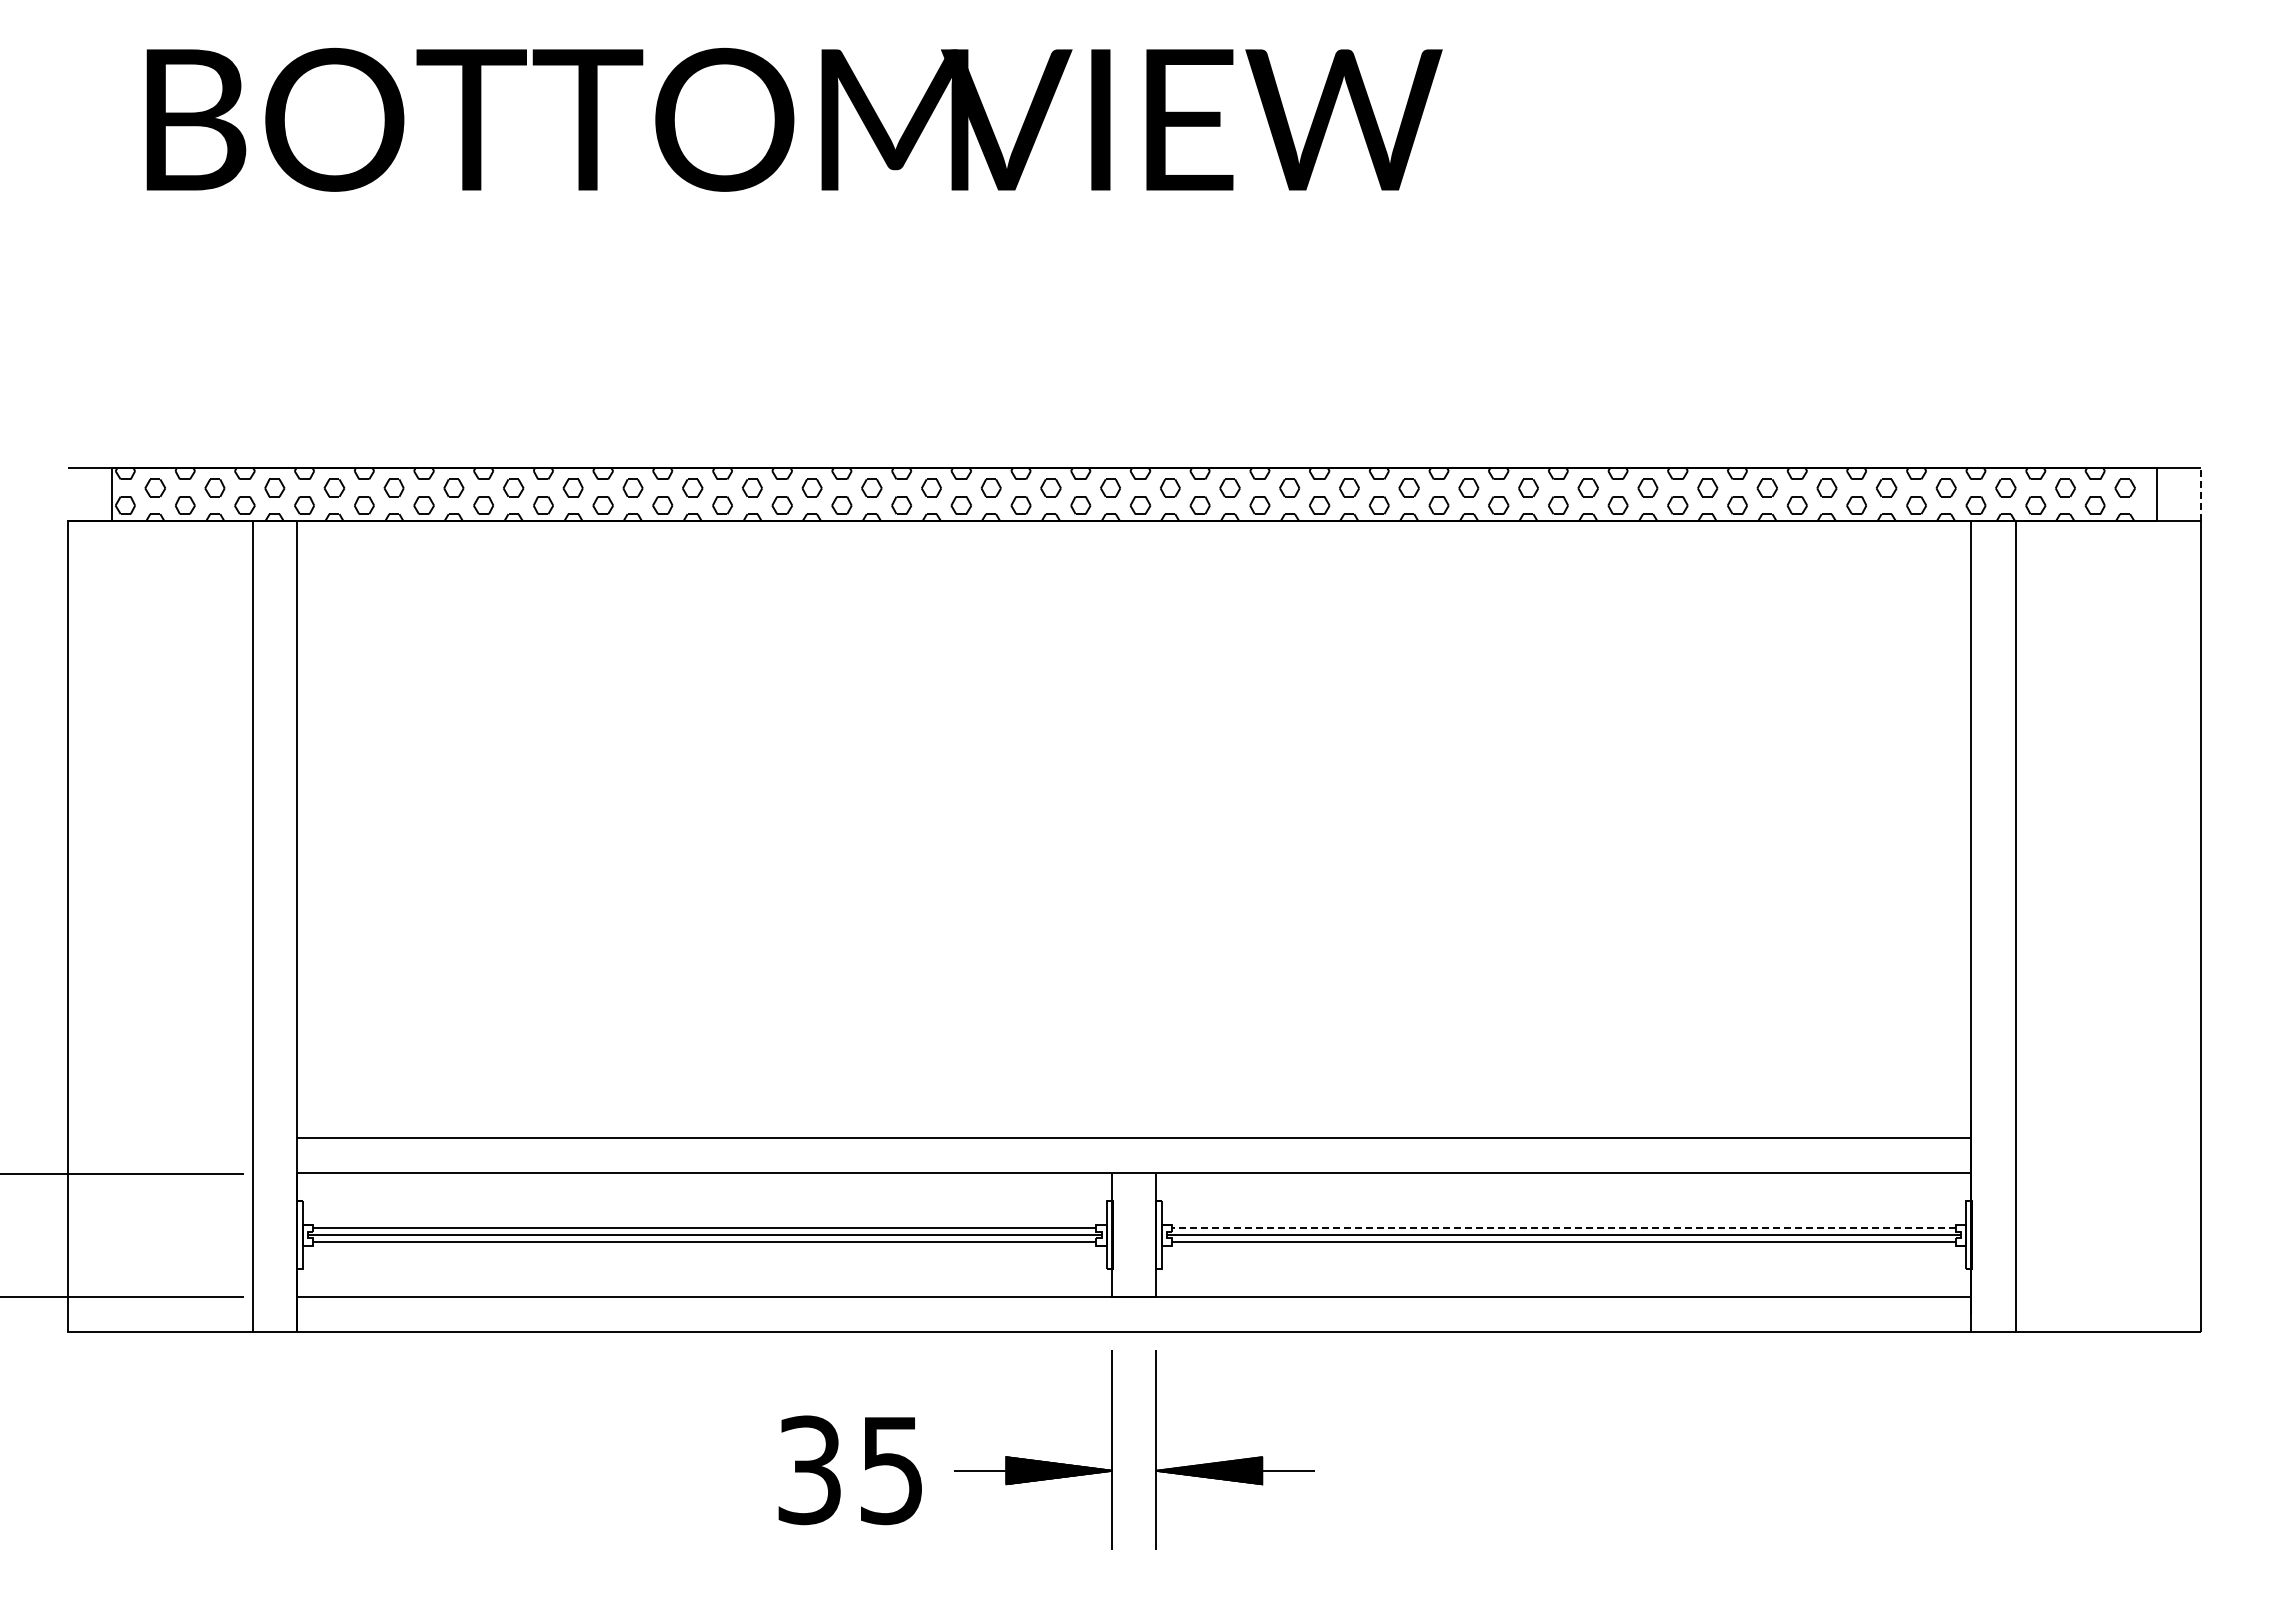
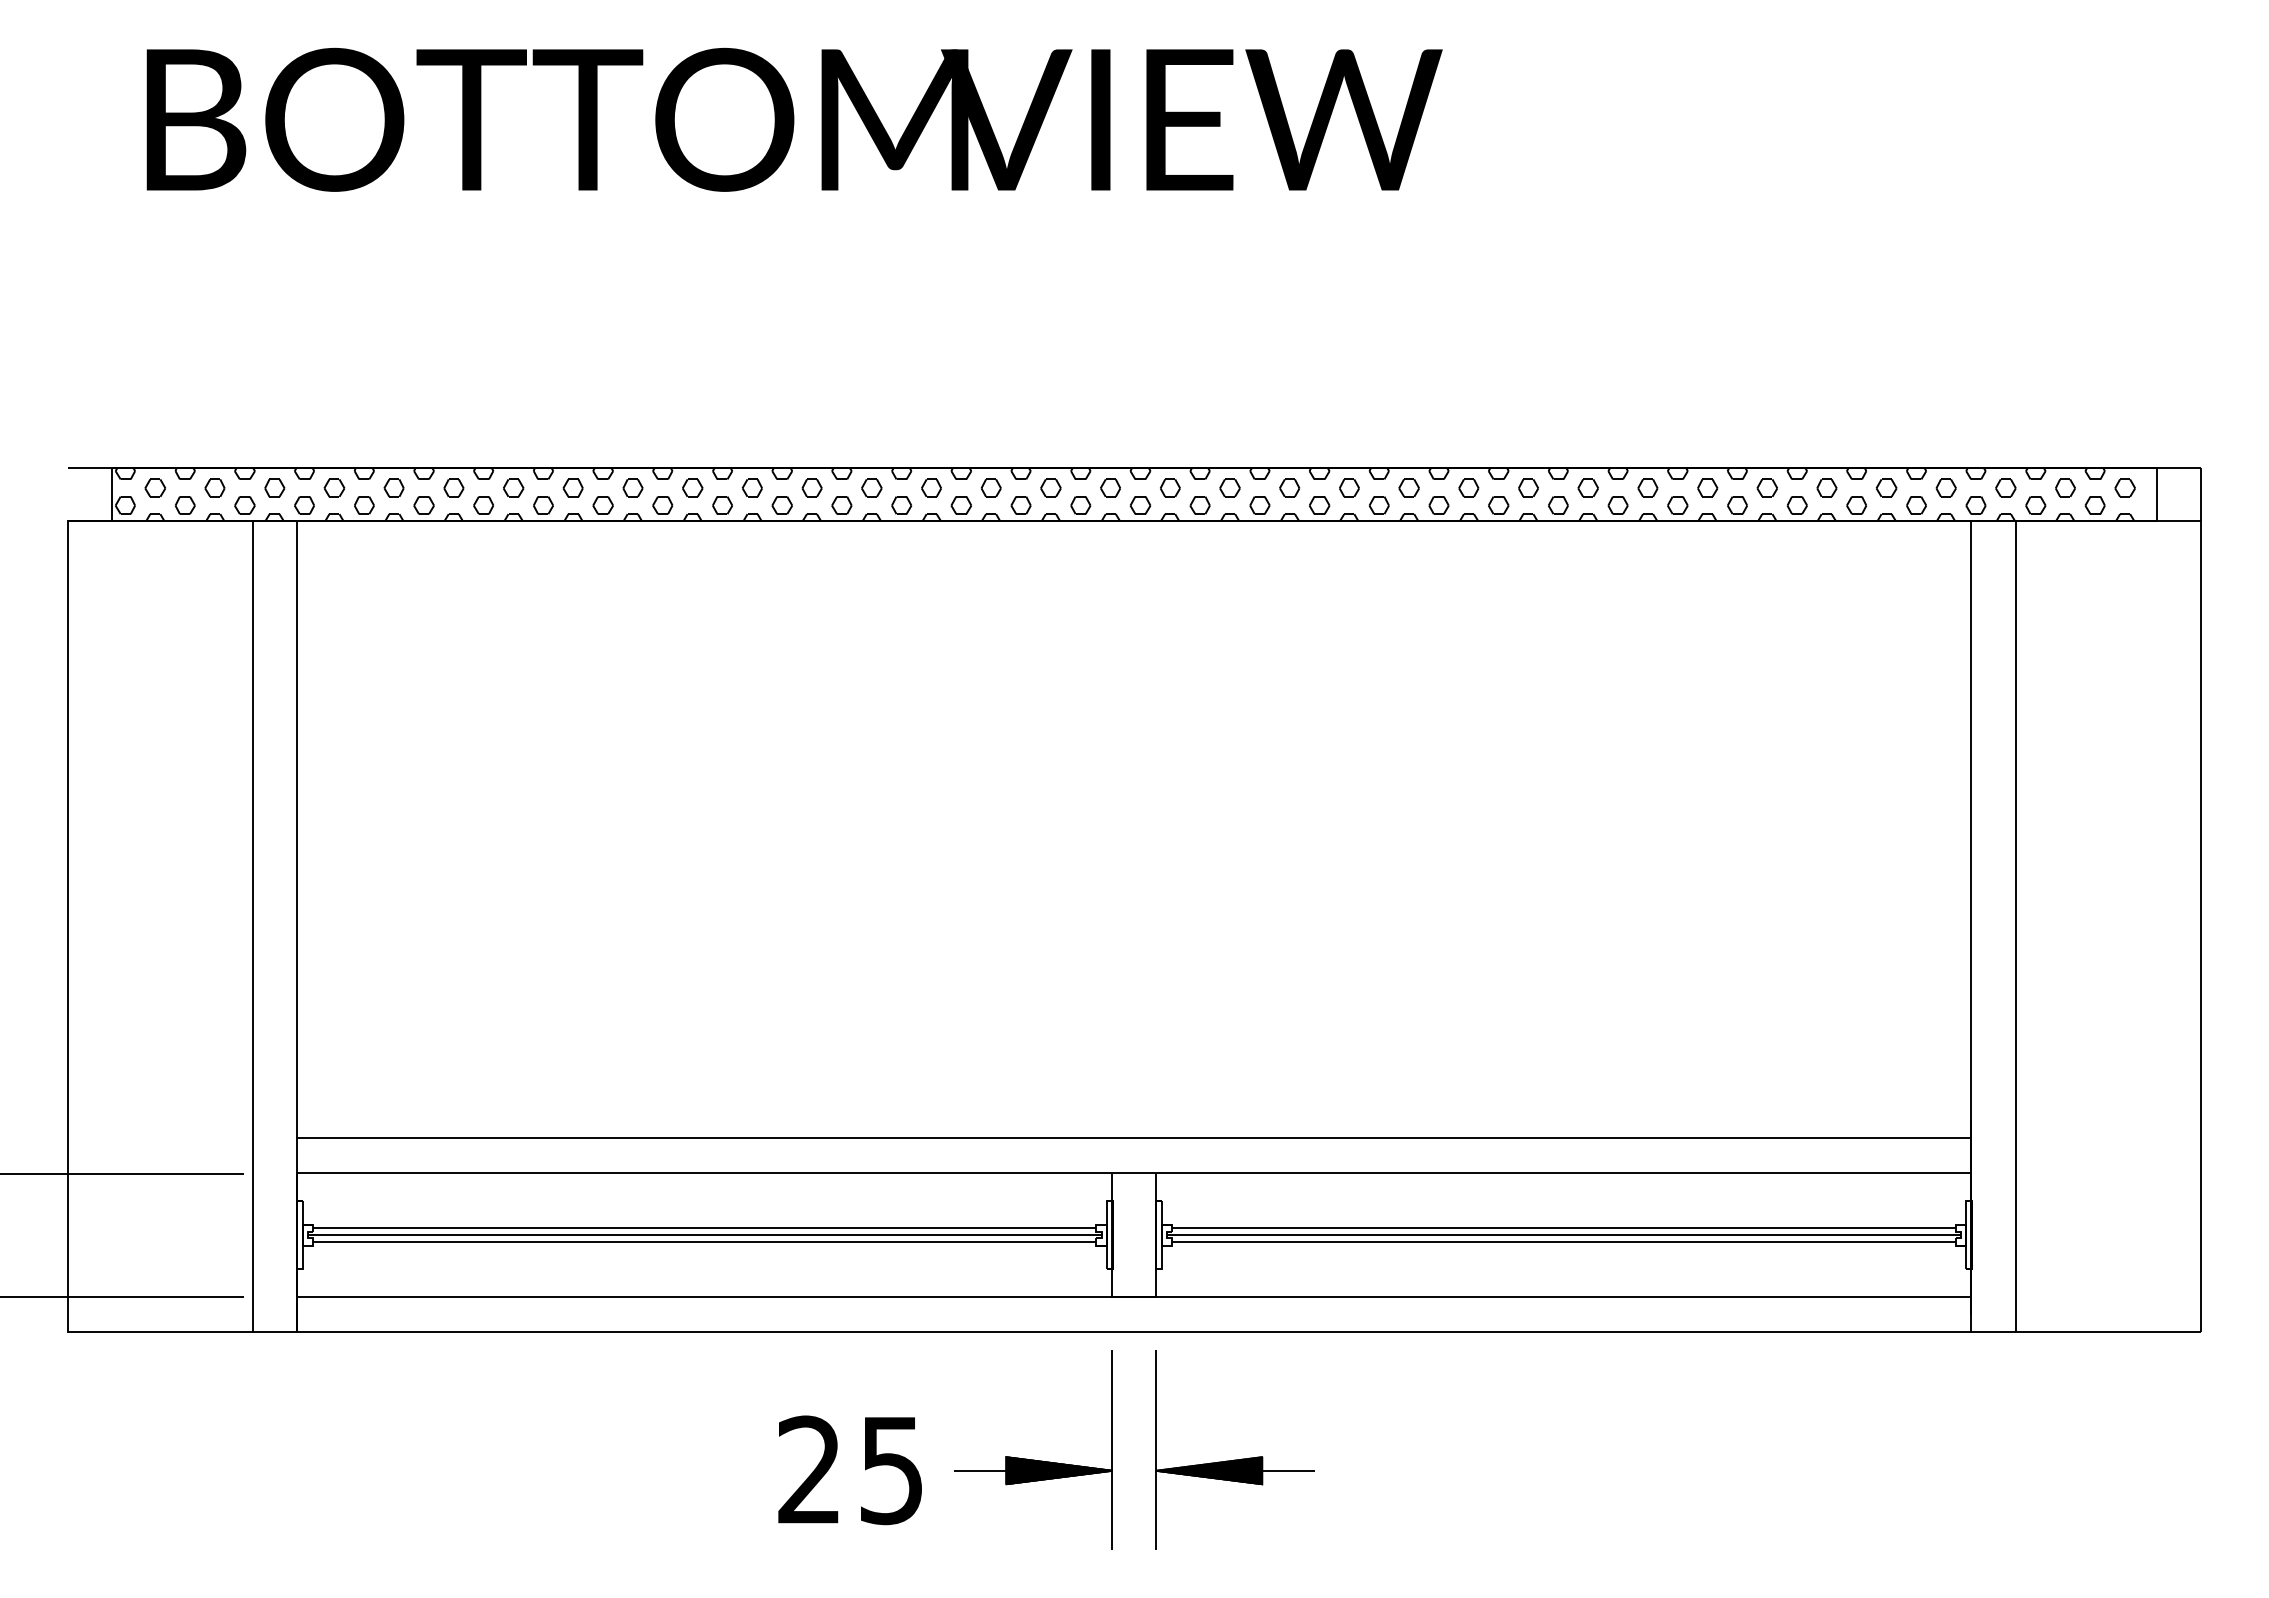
line at (2201, 494): dashed -> solid
line at (1563, 1228): dashed -> solid
text at (809, 1470): 35 -> 25
